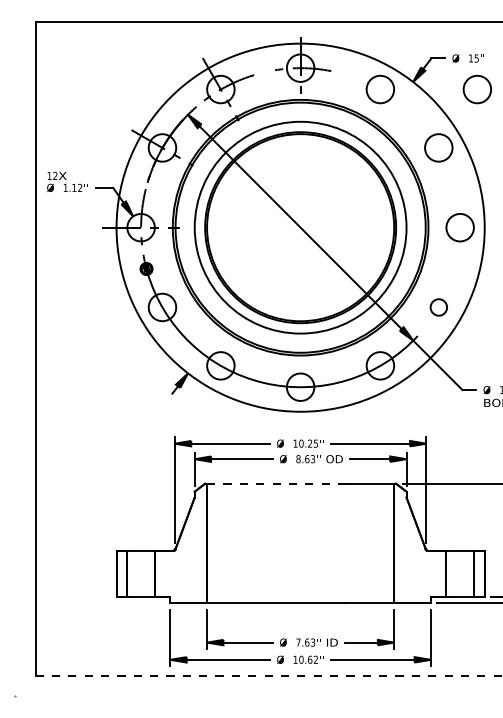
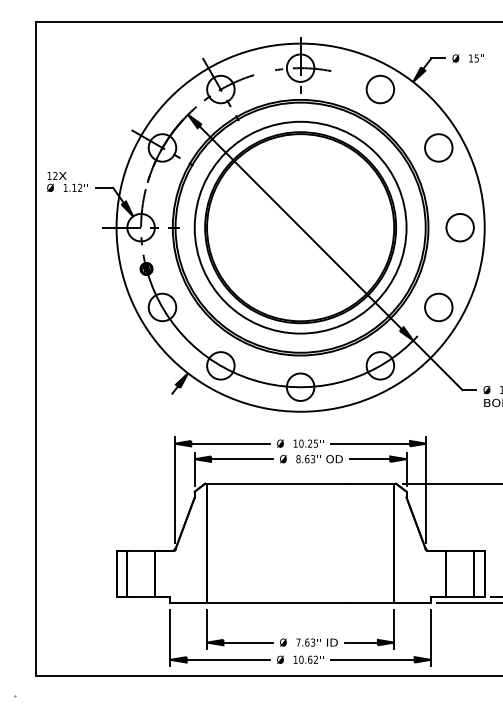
circle at (476, 89): present -> none
circle at (438, 307) size: 19x19 px -> 30x31 px
line at (276, 483): dashed -> solid
line at (269, 676): dashed -> solid
